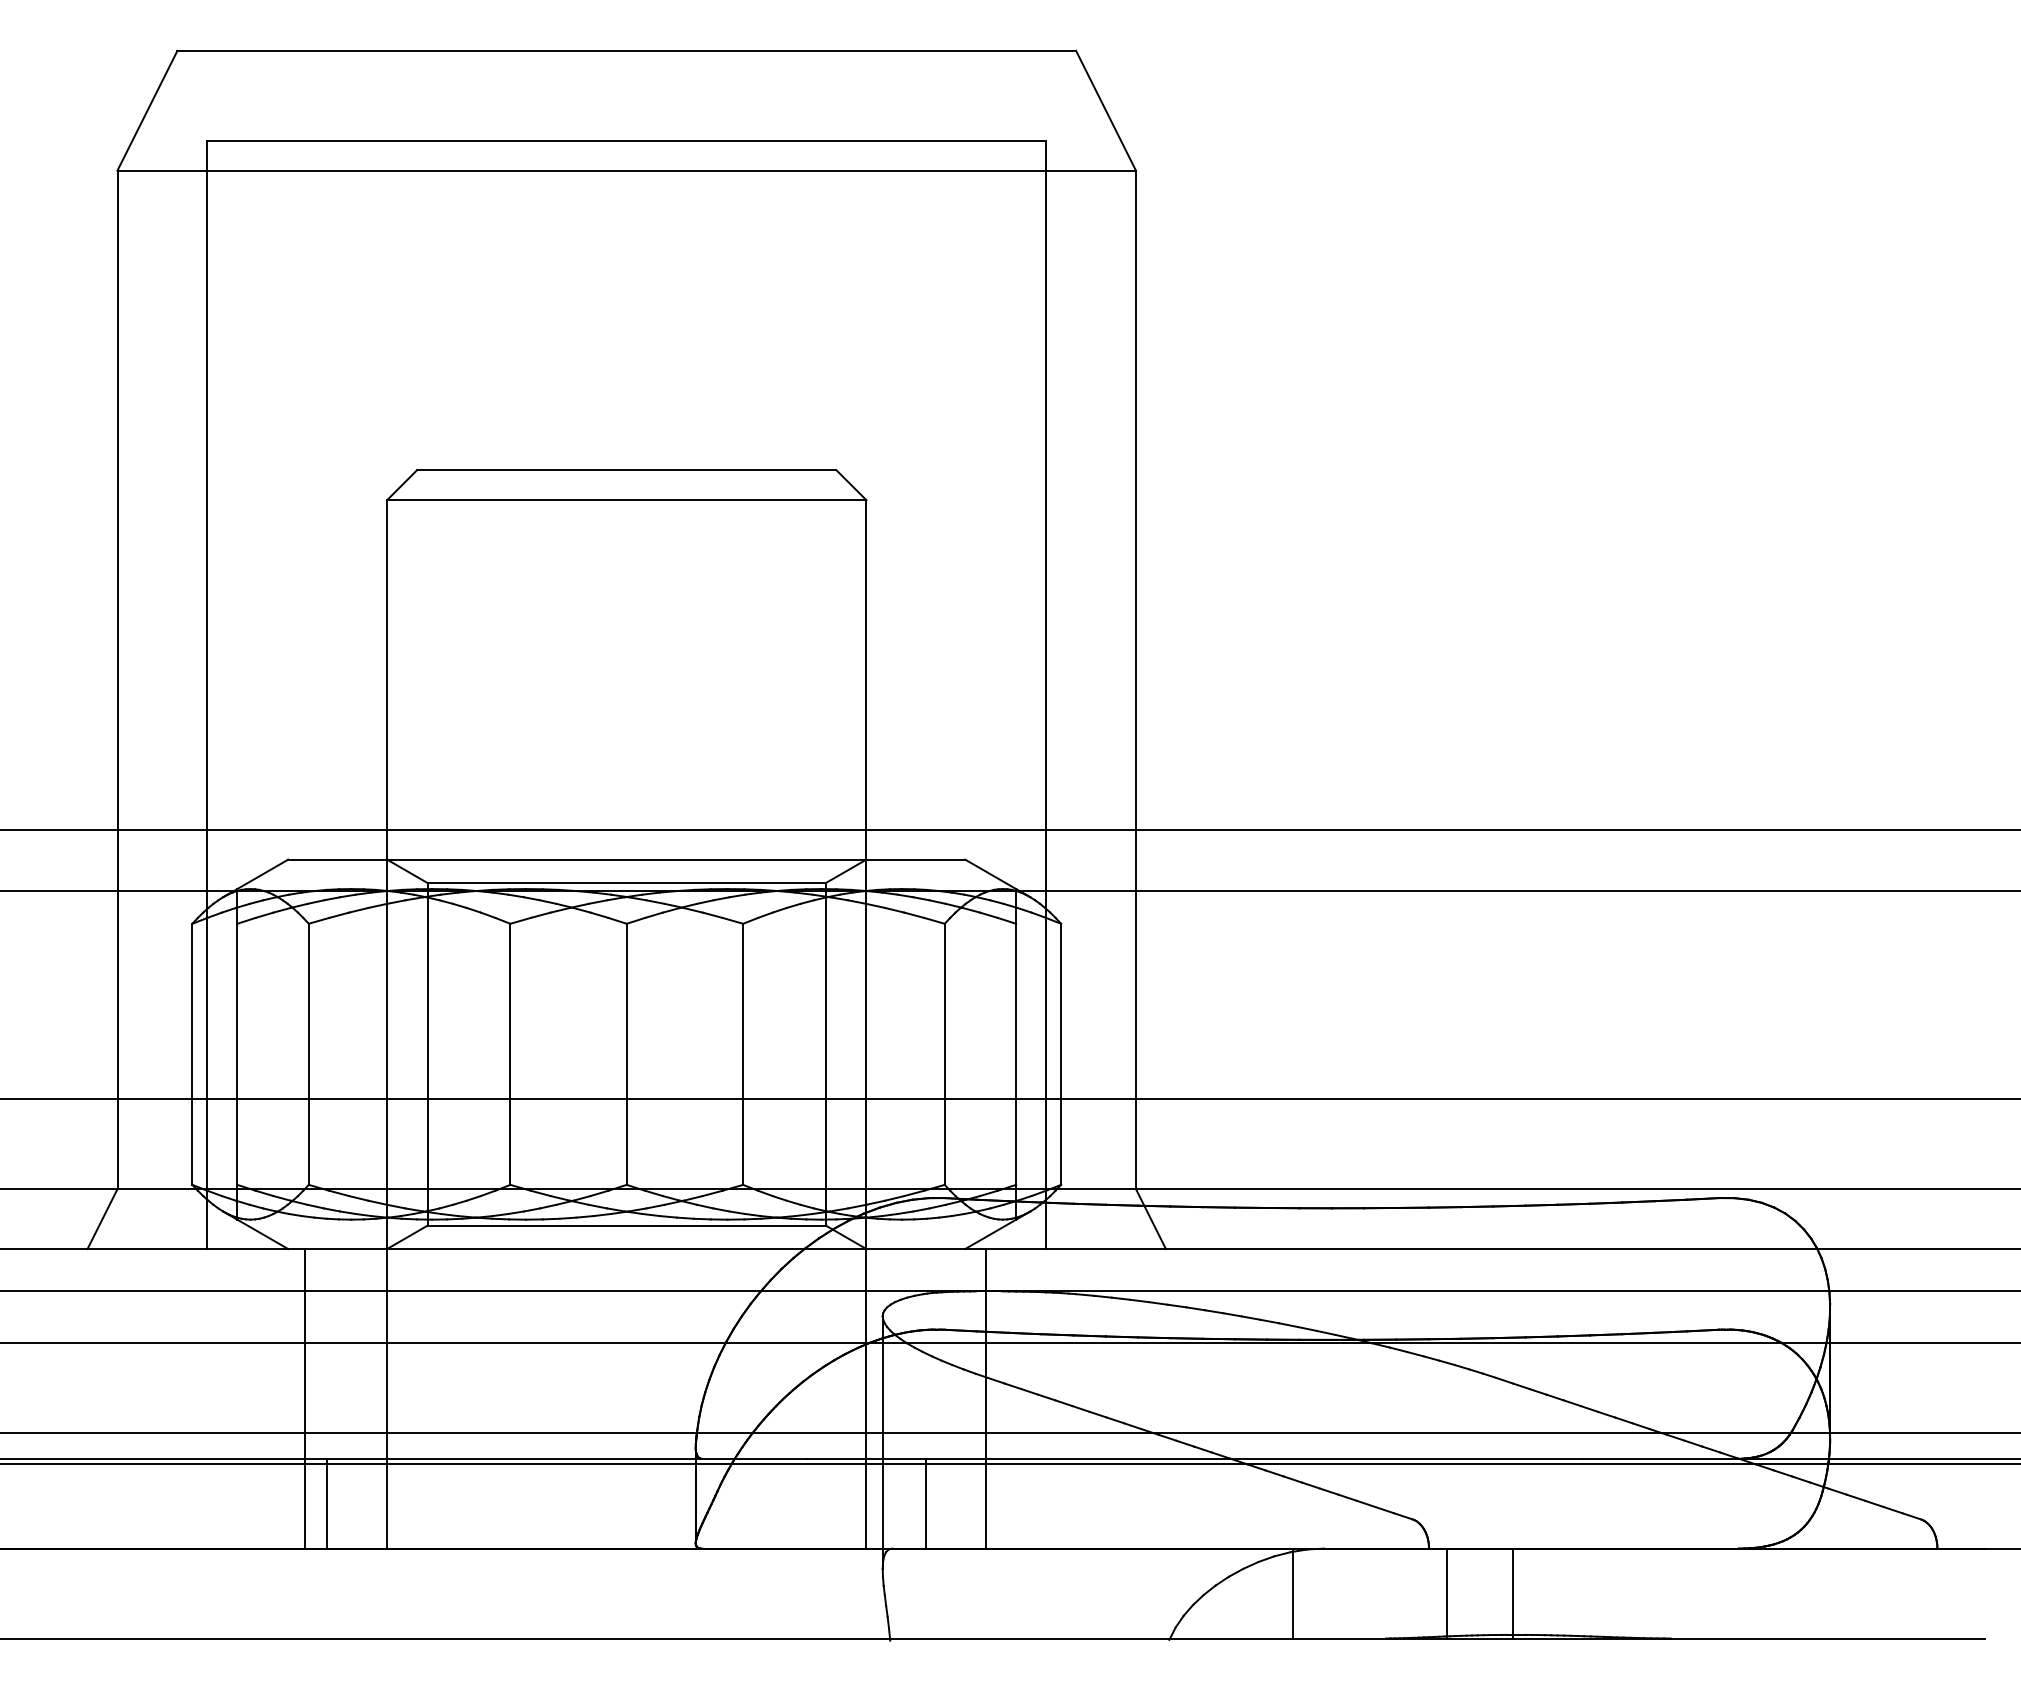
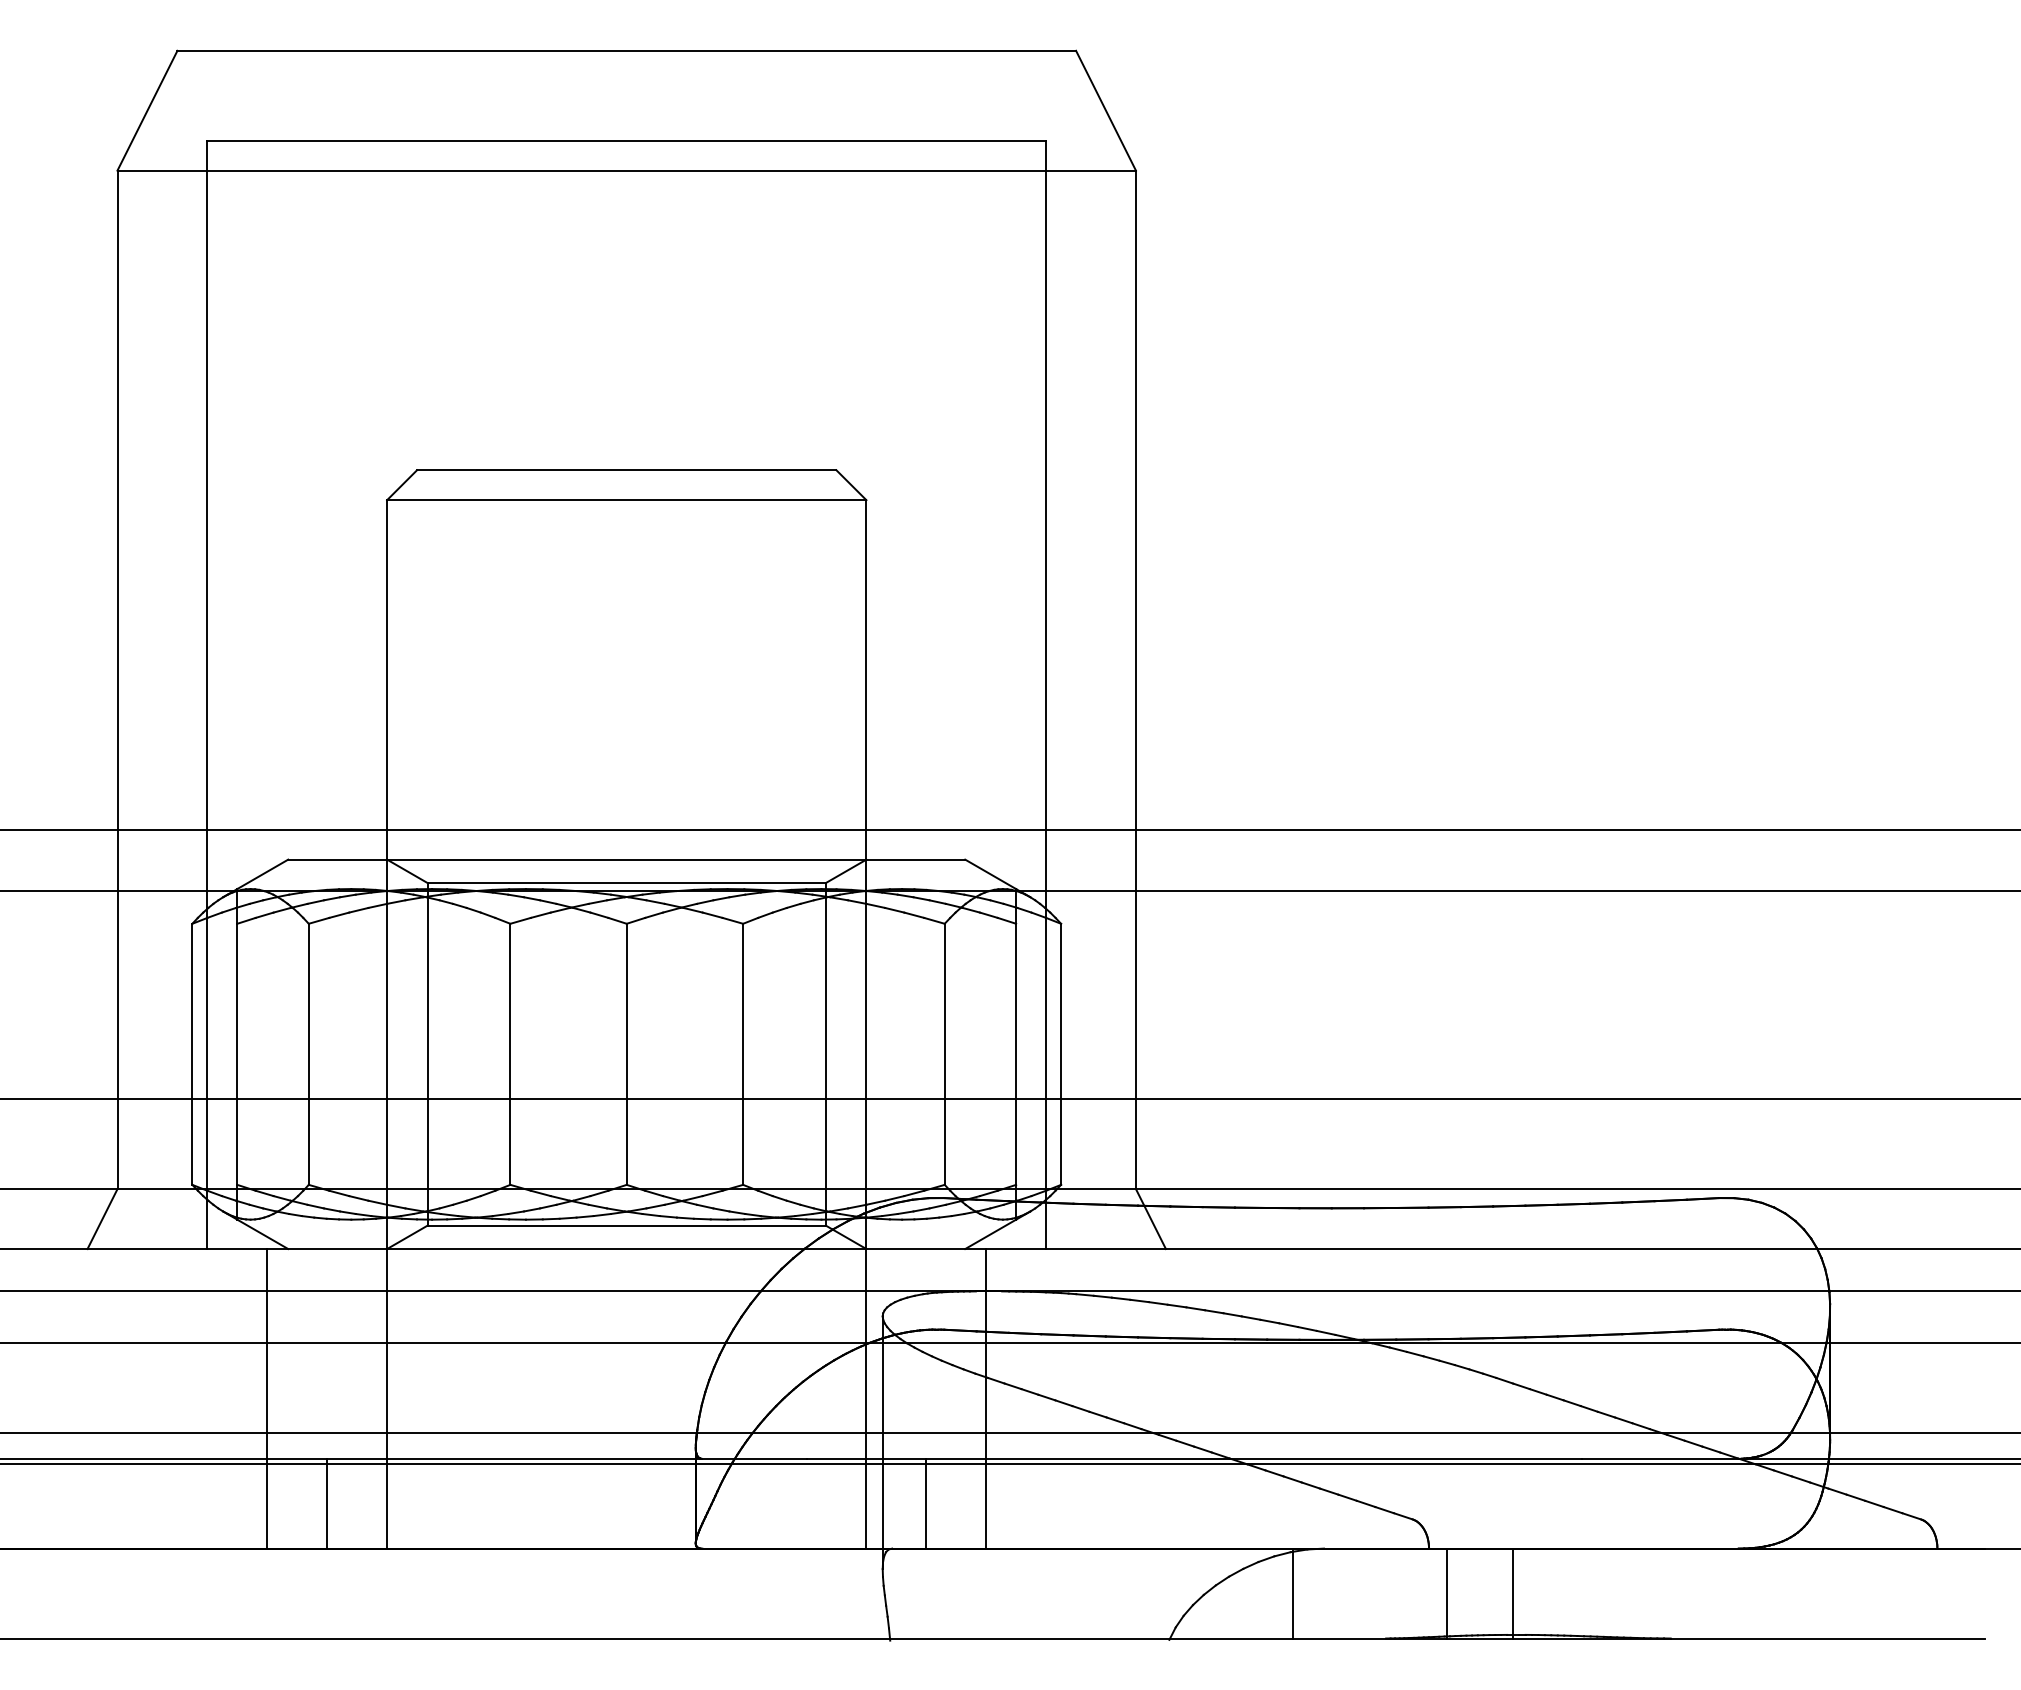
line at (305, 1398) position: (305, 1398) -> (267, 1398)
